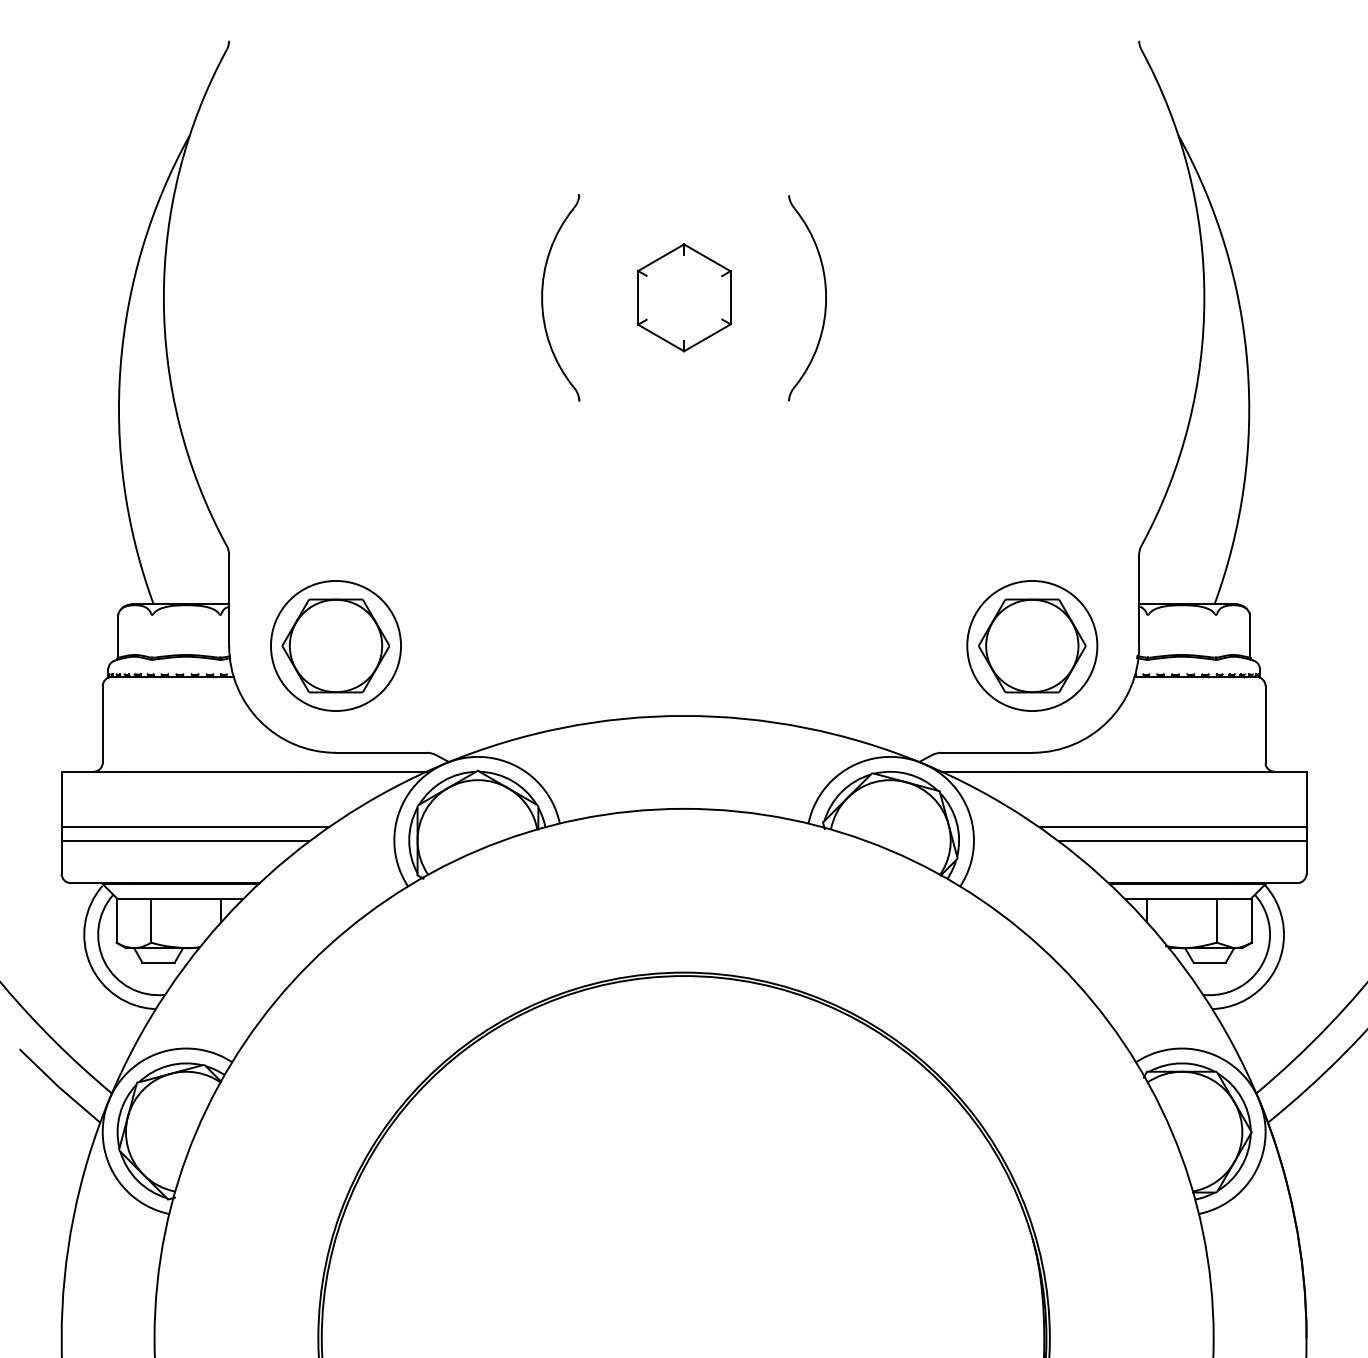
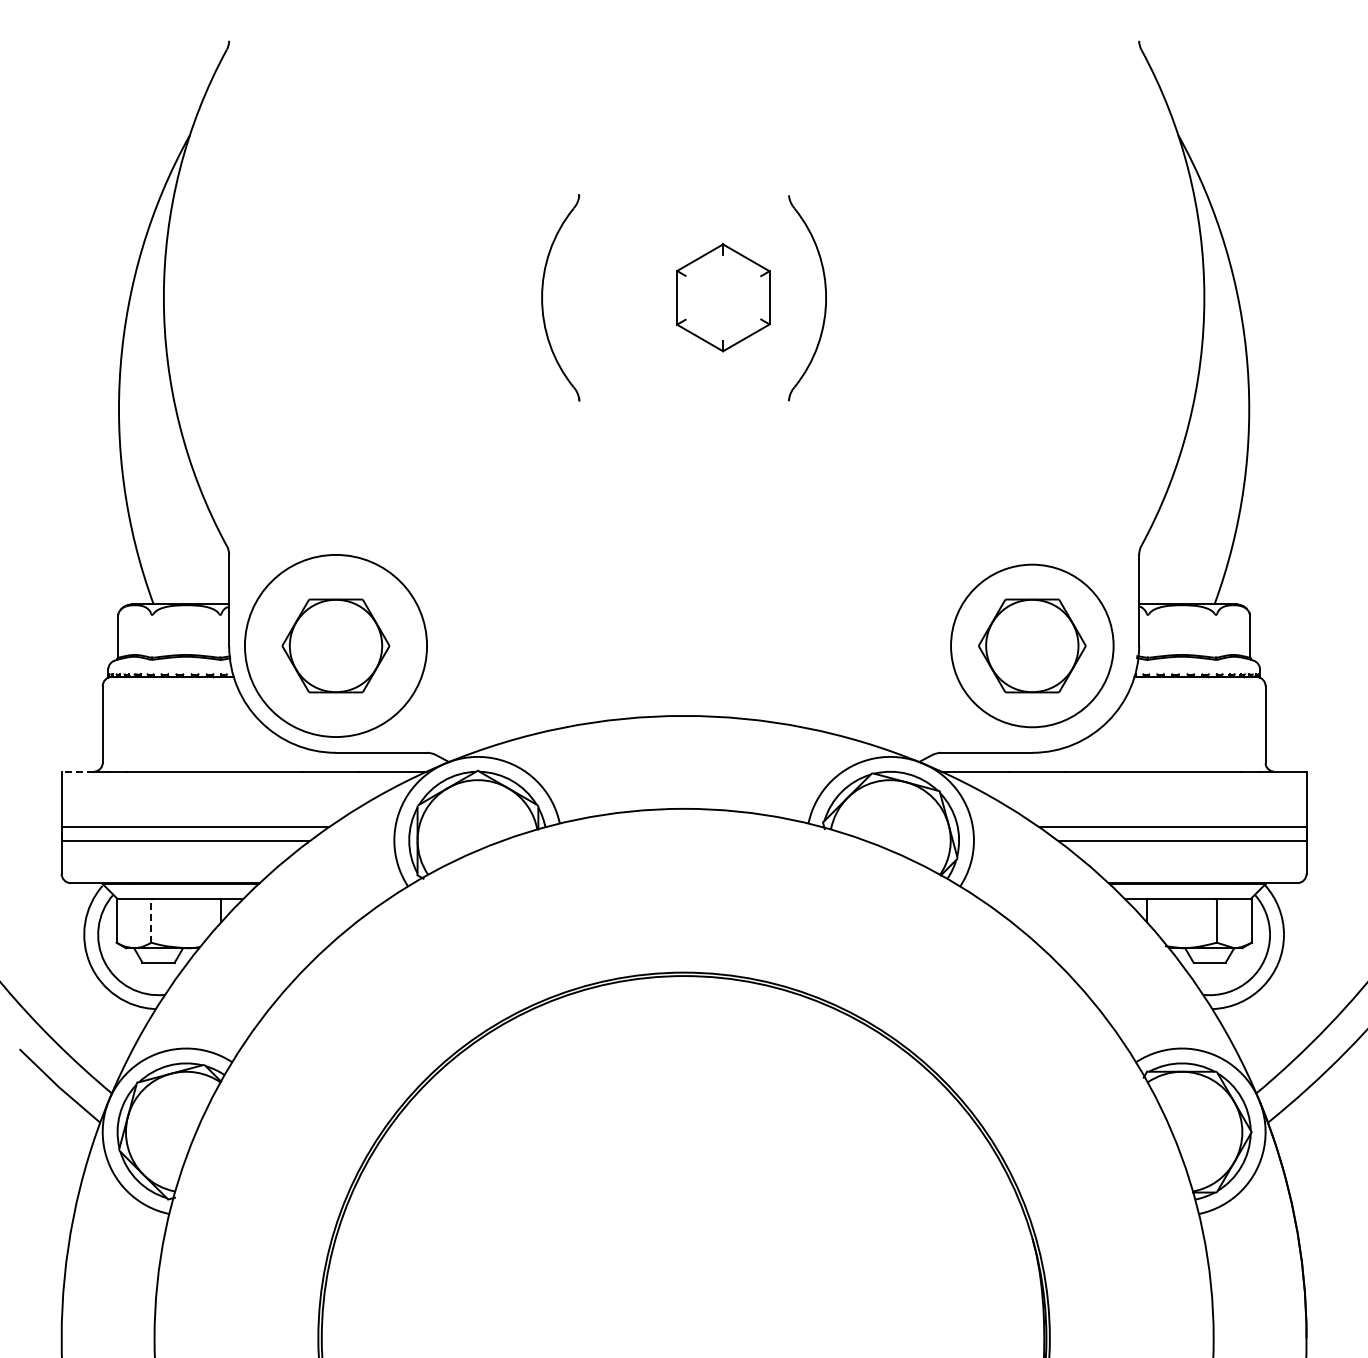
part at (684, 297) position: (684, 297) -> (723, 297)
circle at (335, 645) diameter: 130 px -> 182 px
circle at (1032, 645) diameter: 130 px -> 163 px
line at (77, 771): solid -> dashed
line at (151, 920): solid -> dashed
